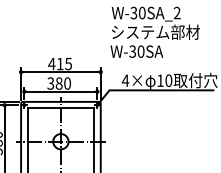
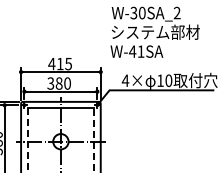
text at (136, 51): W-30SA -> W-41SA
line at (94, 140): solid -> dashed
line at (27, 141): solid -> dashed
